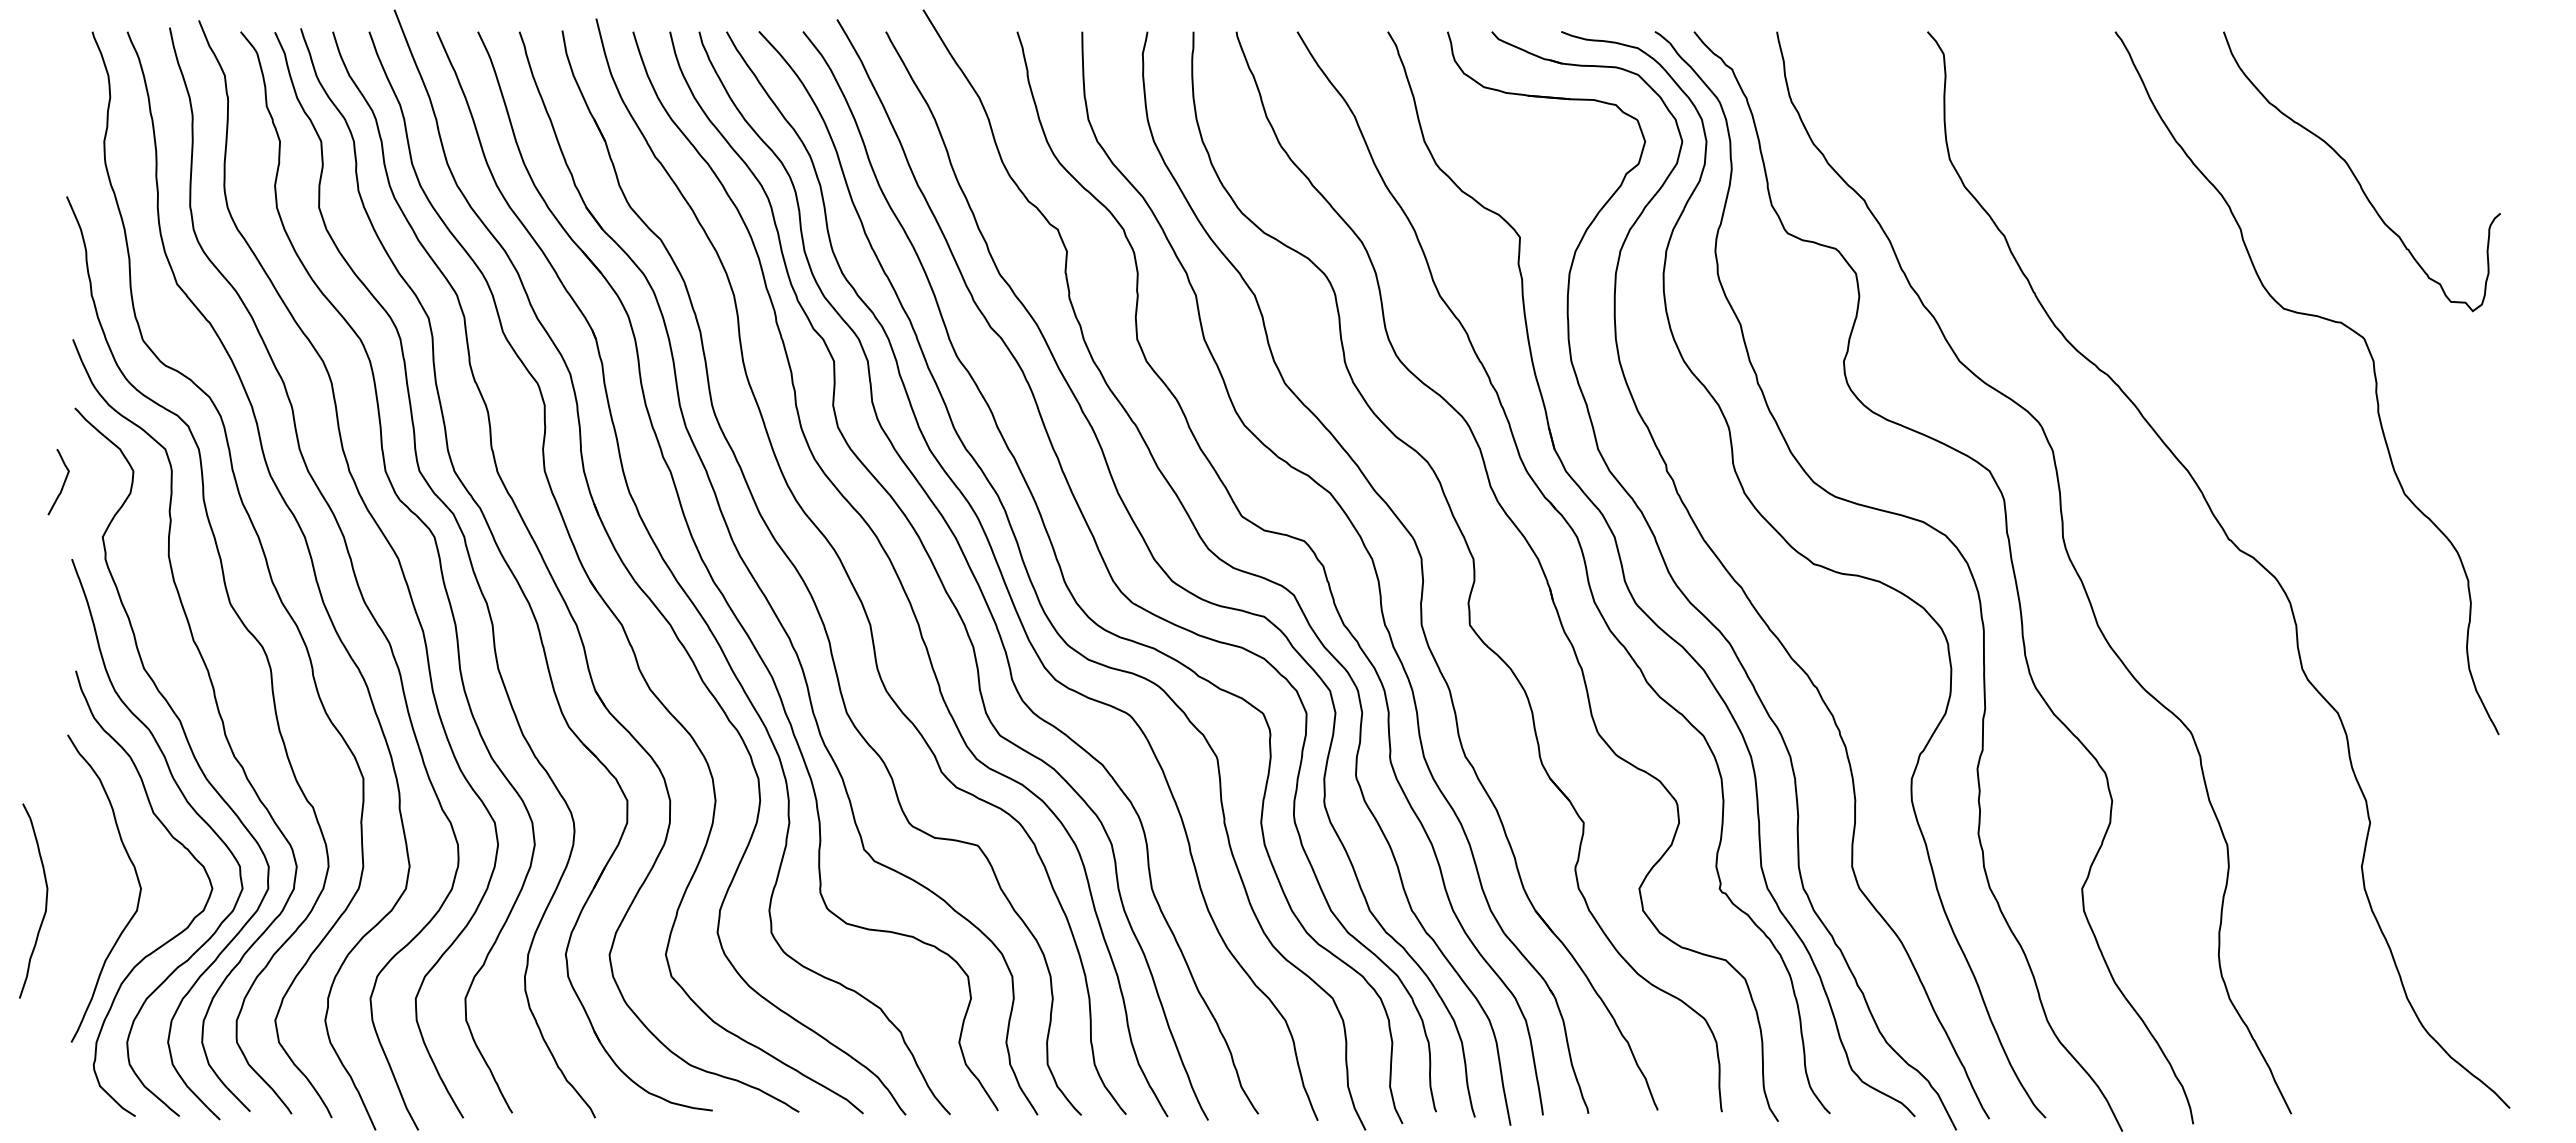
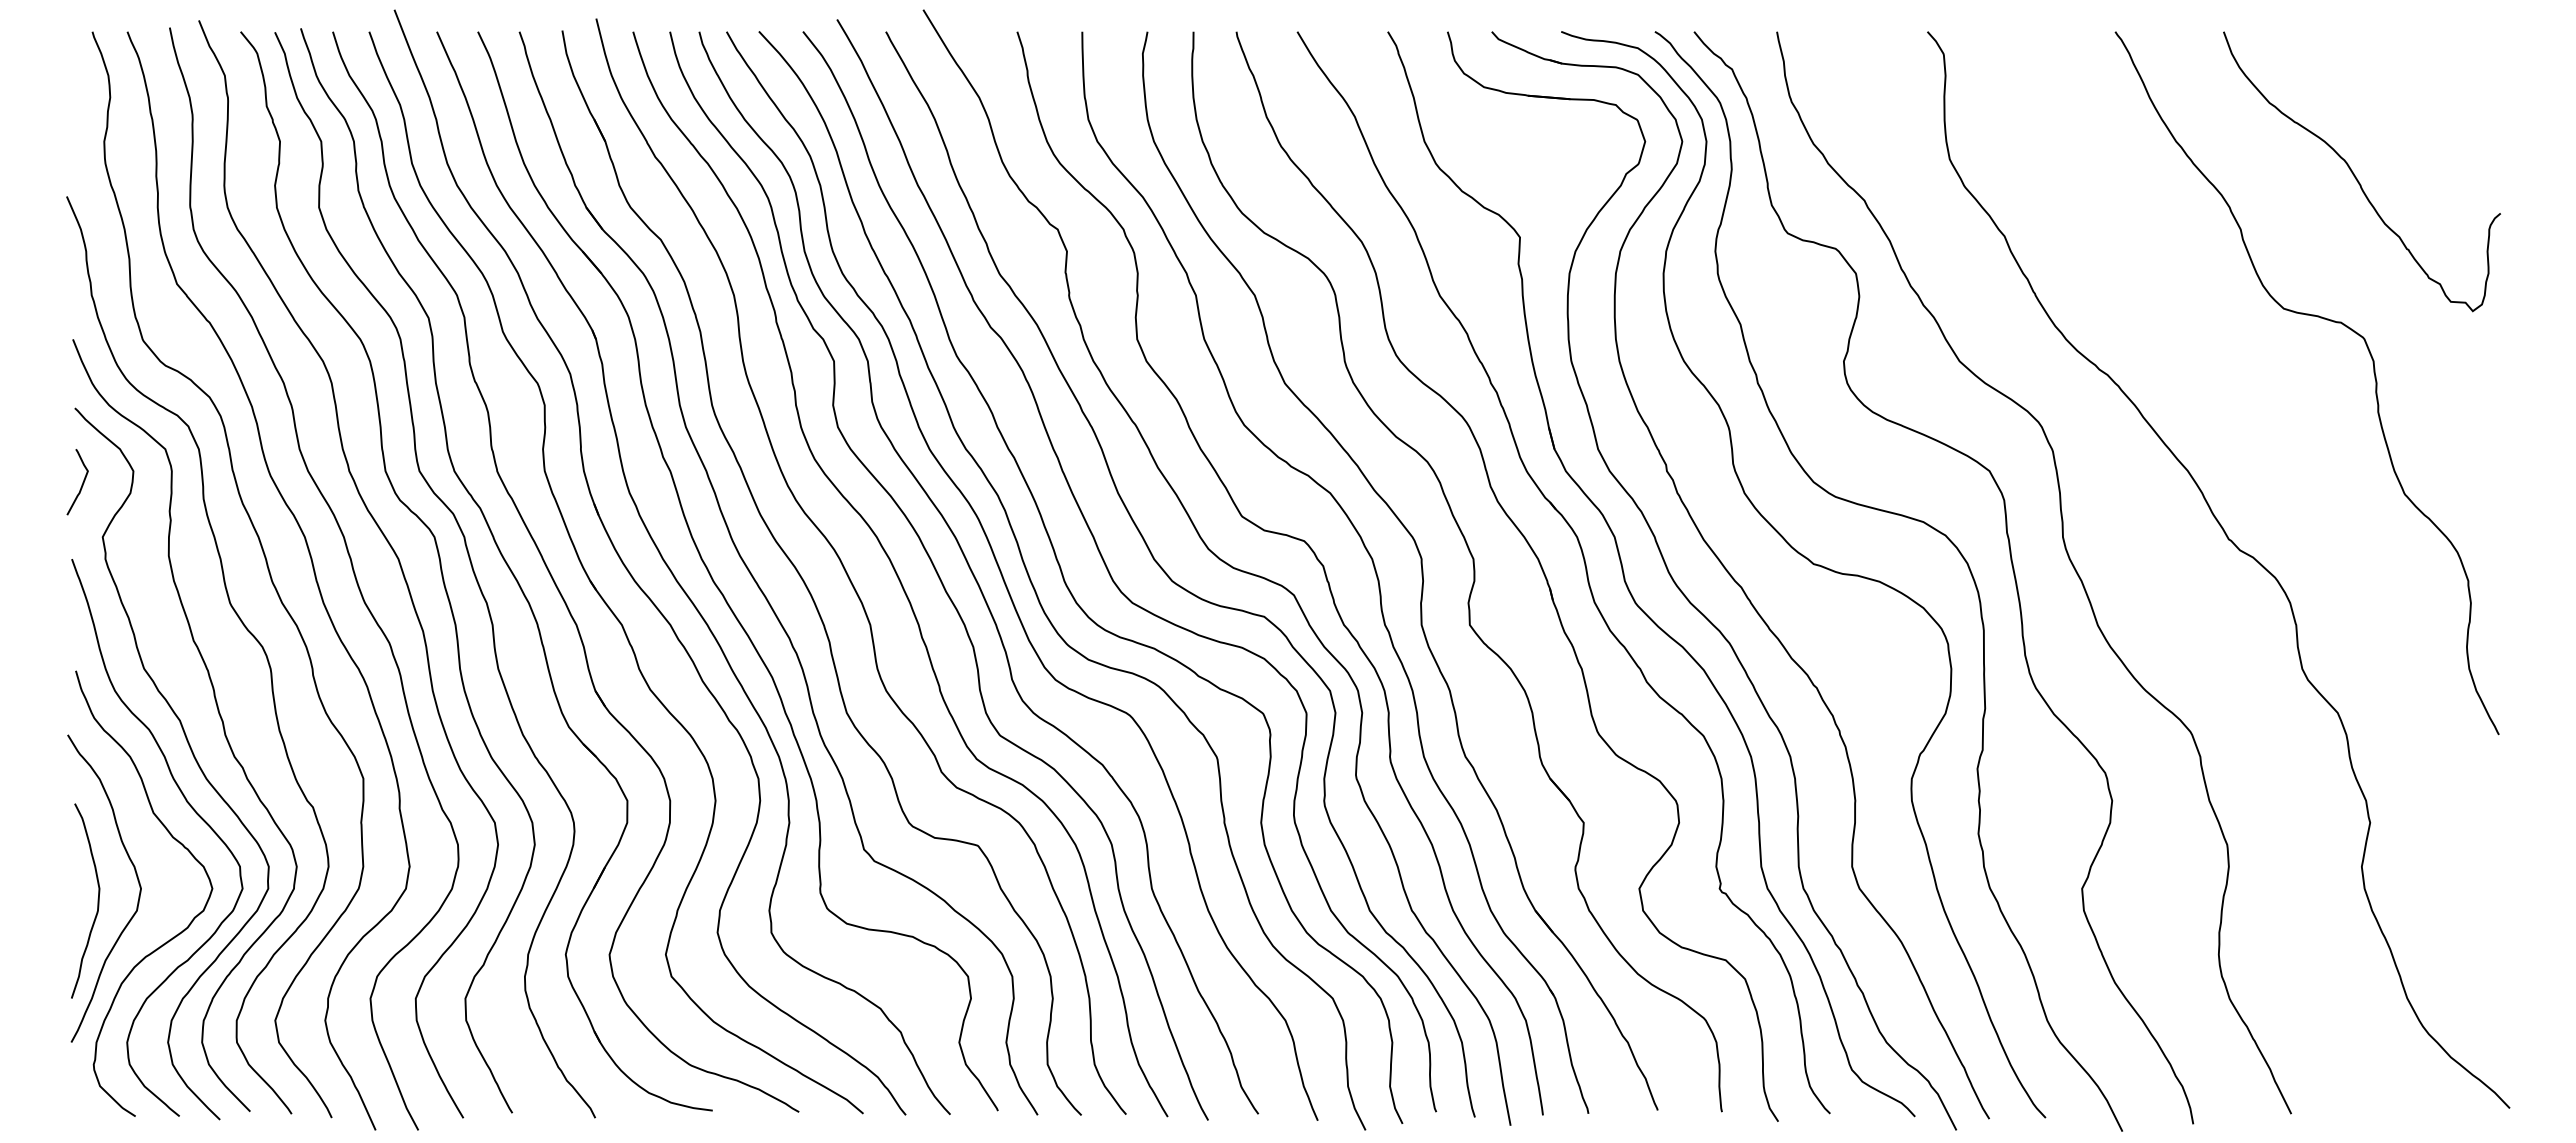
curve at (62, 484) position: (62, 484) -> (81, 484)
curve at (45, 900) position: (45, 900) -> (97, 900)
